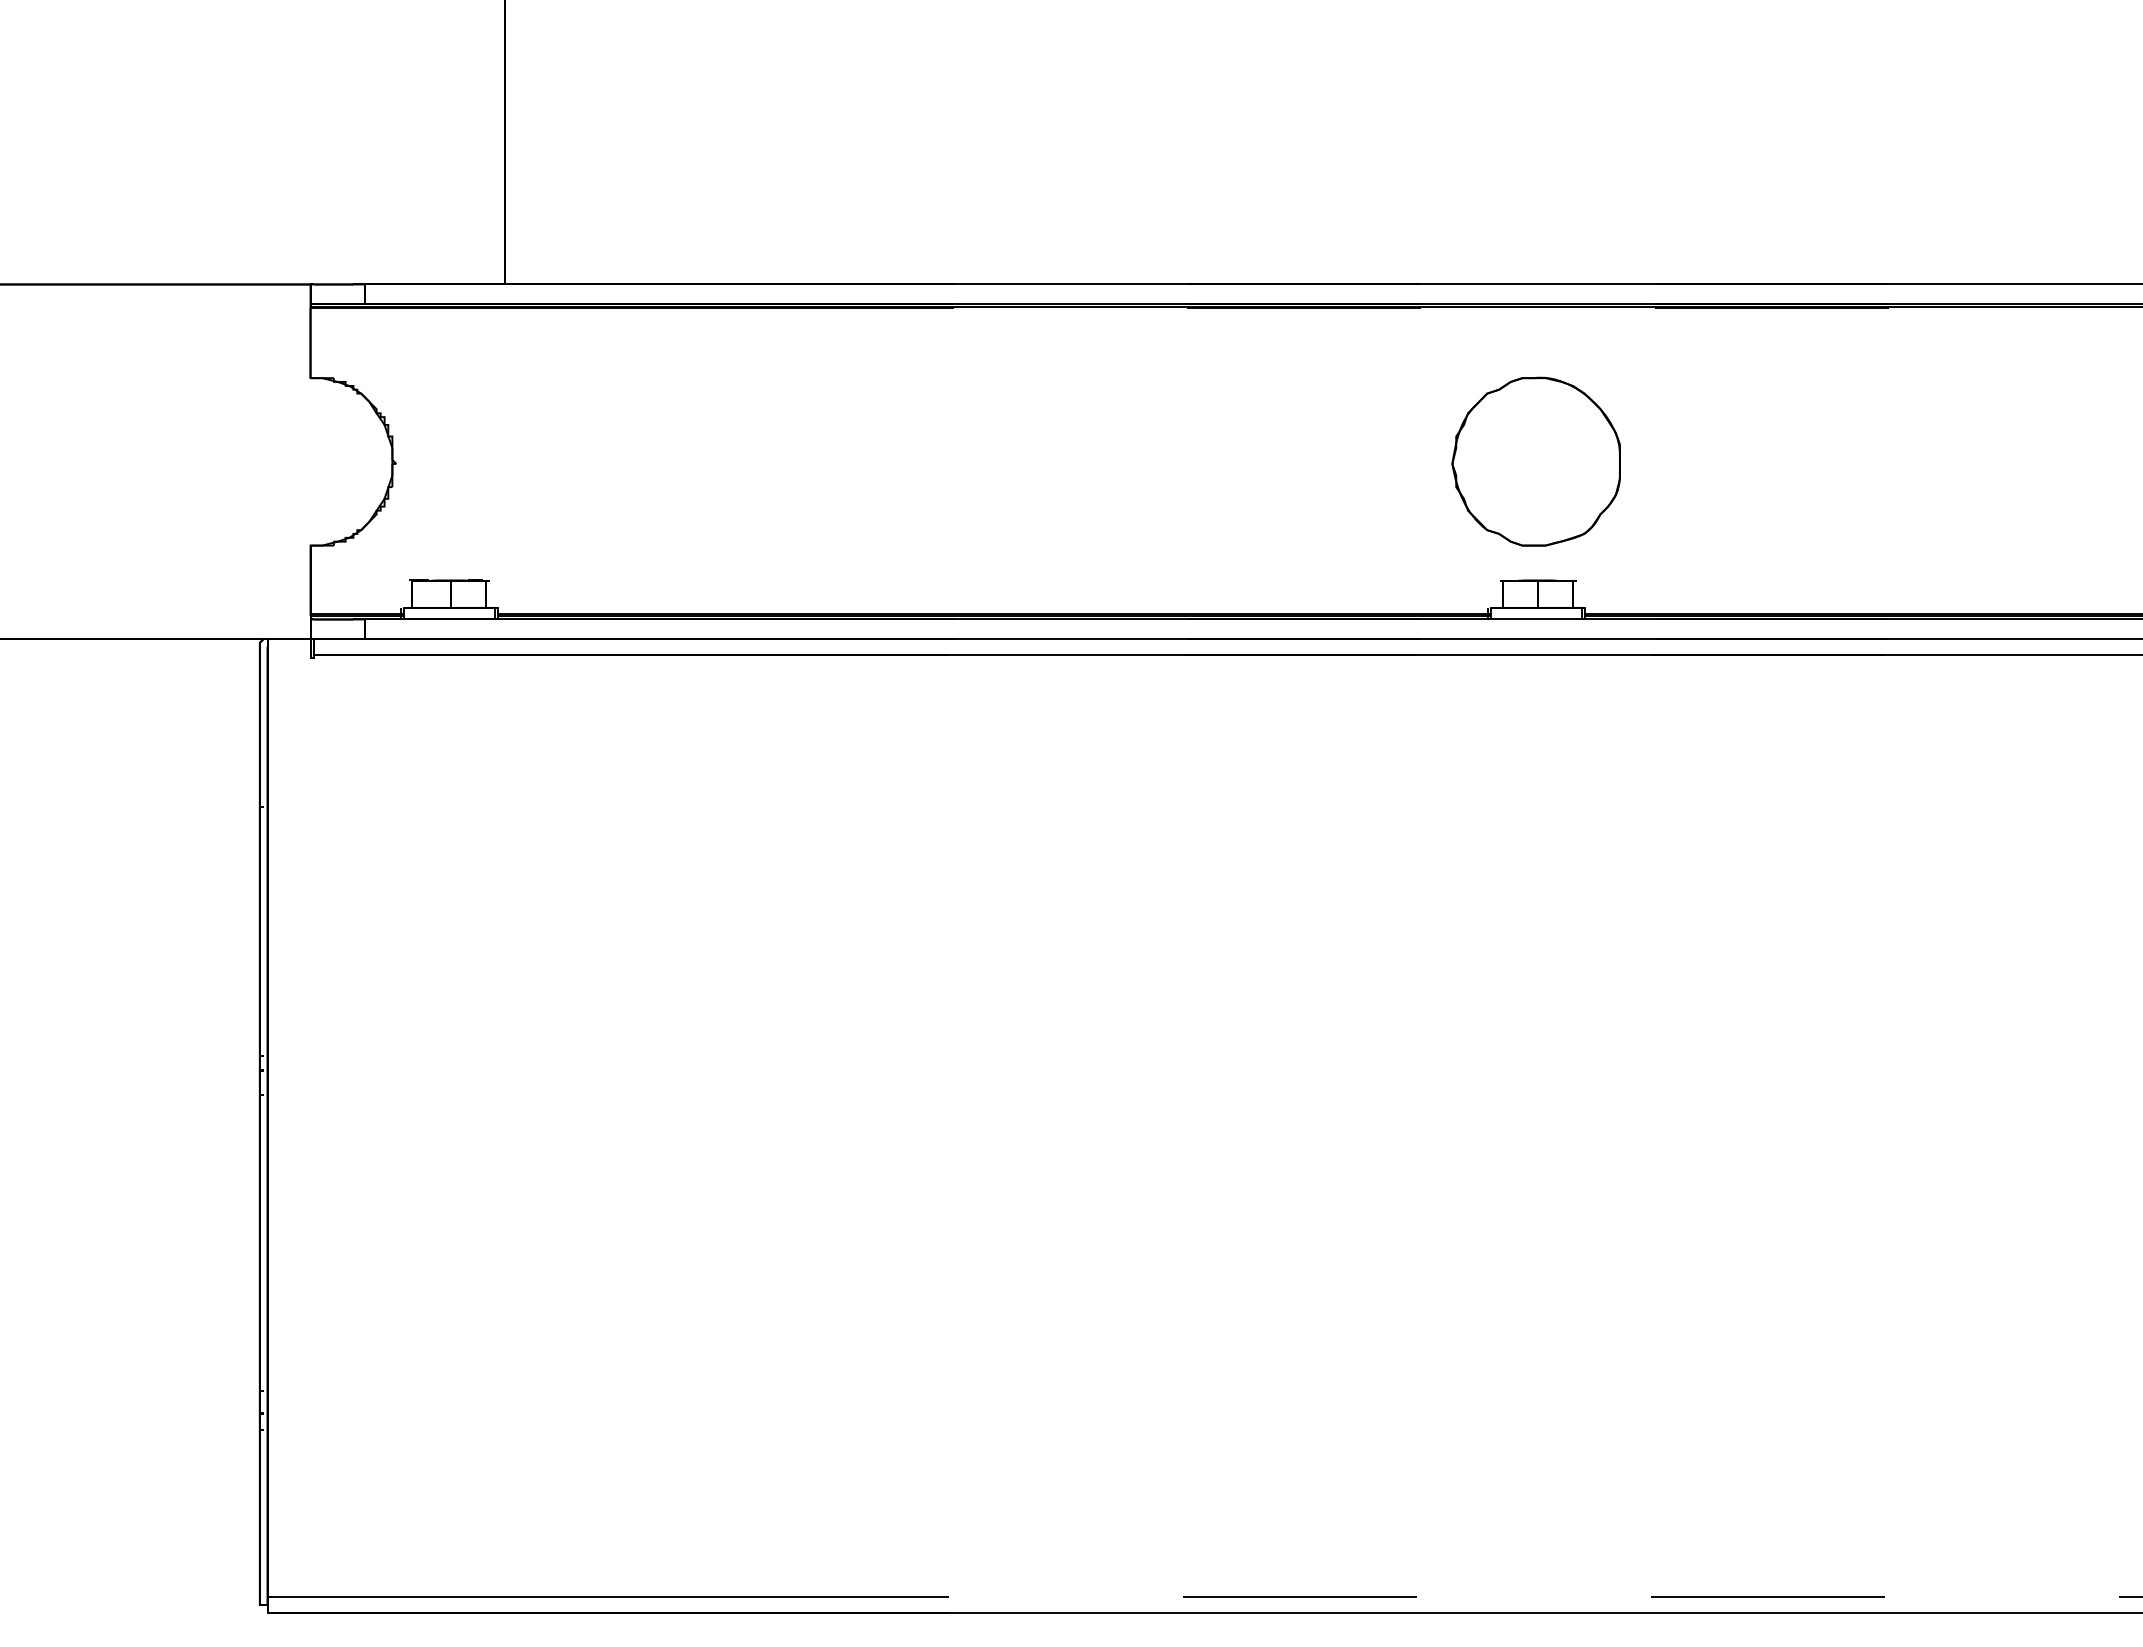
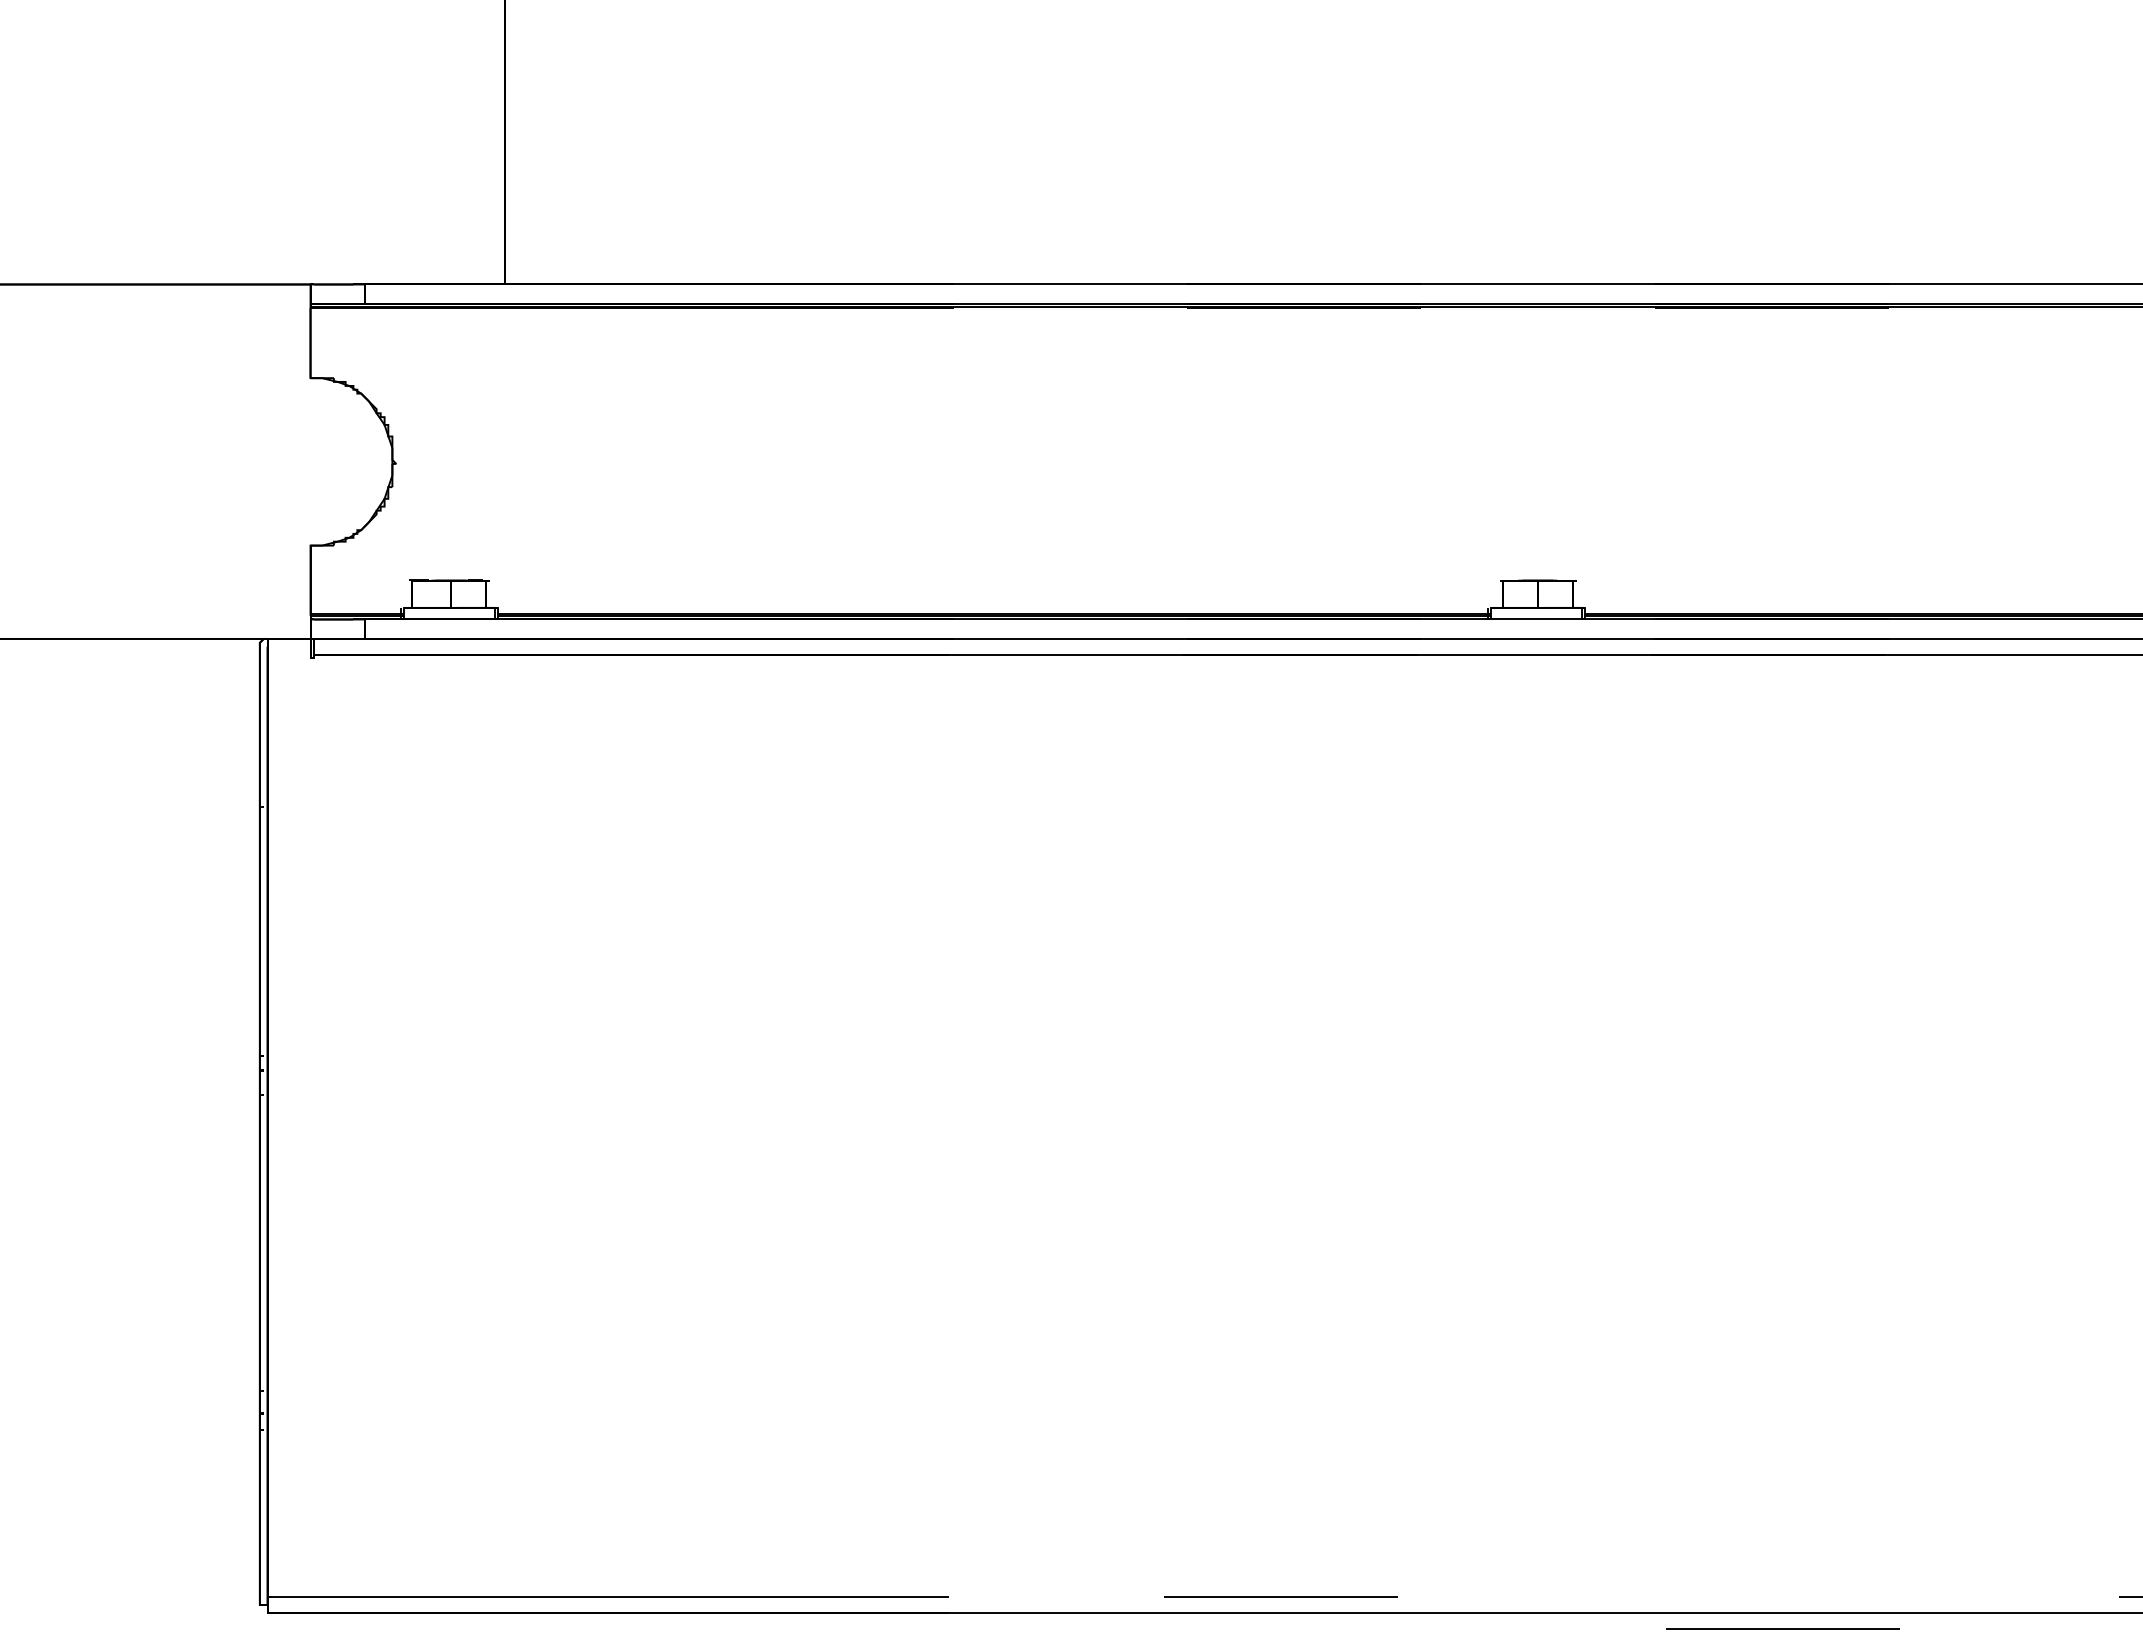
part at (1535, 461): present -> none
line at (1299, 1596) position: (1299, 1596) -> (1280, 1596)
line at (1767, 1596) position: (1767, 1596) -> (1782, 1628)
